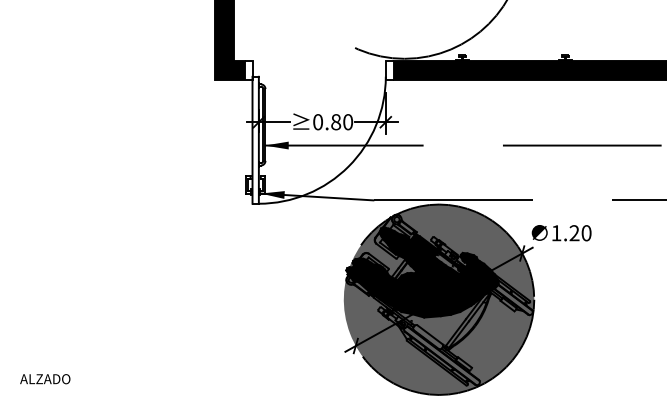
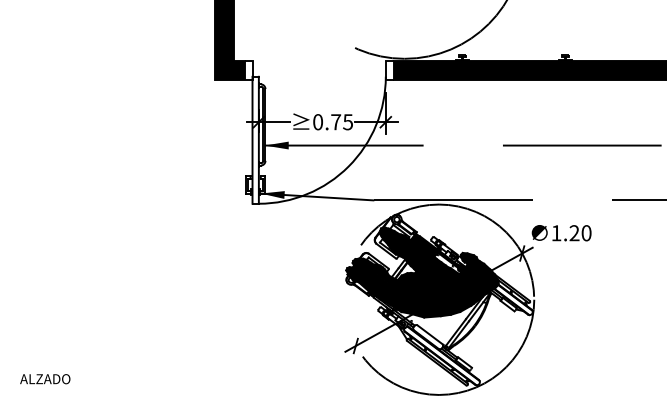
text at (342, 122): 0.80 -> 0.75
fill at (438, 299): present -> none
